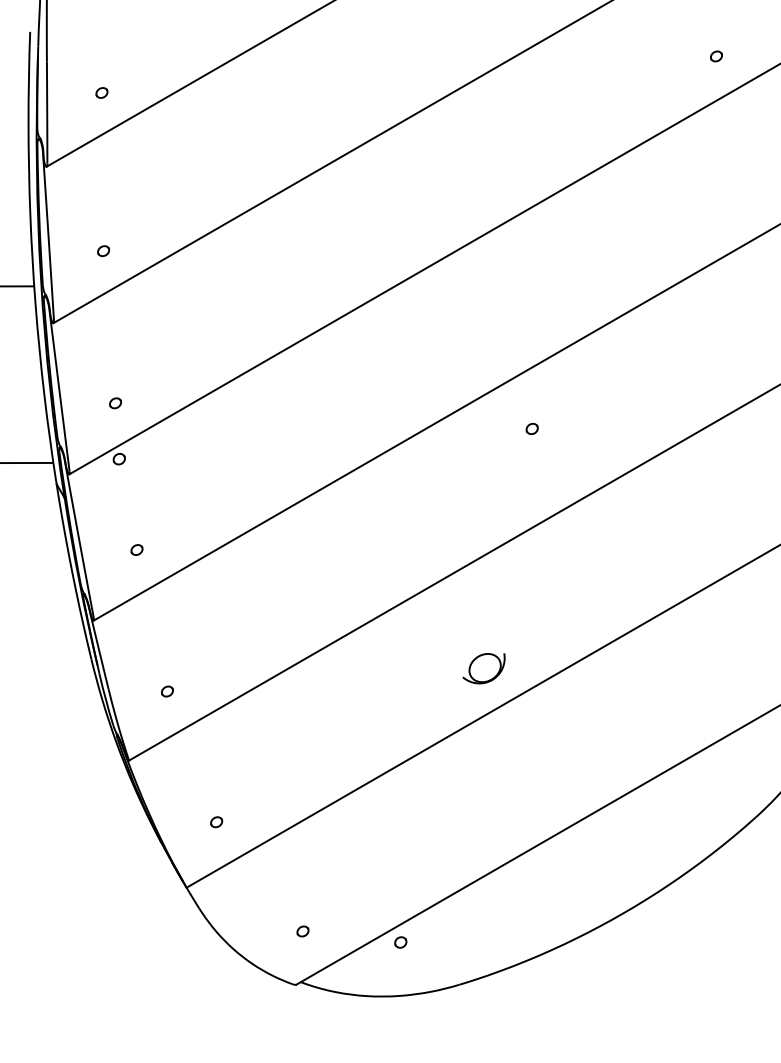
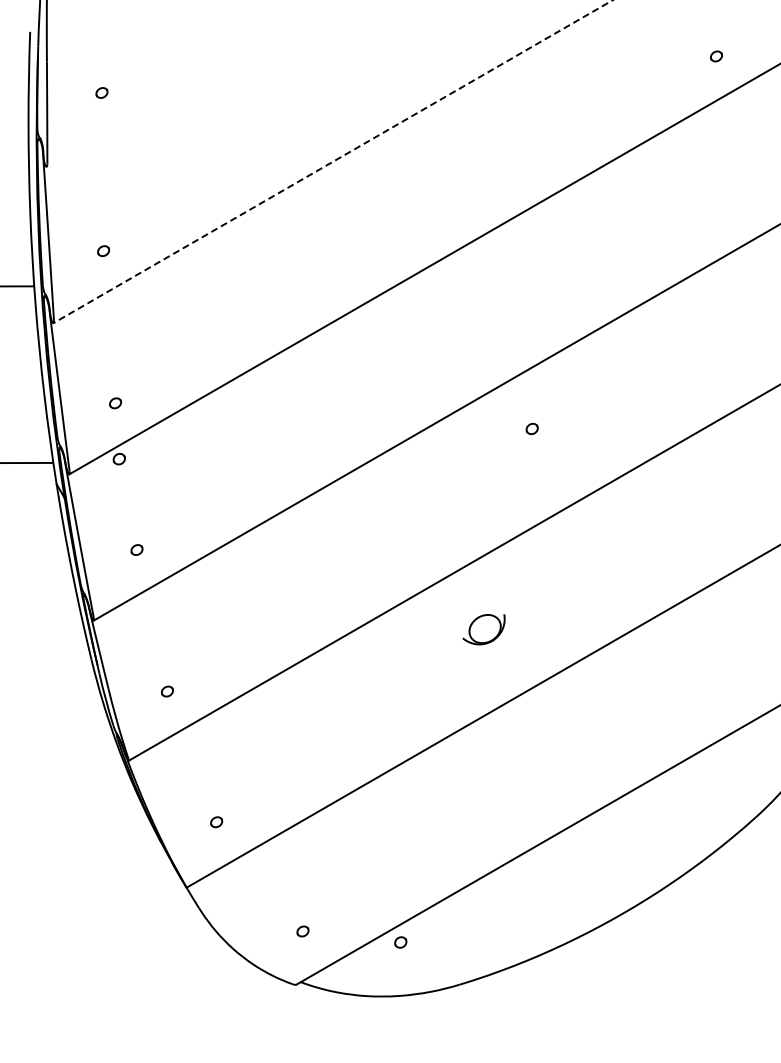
line at (188, 84): present -> none
line at (333, 161): solid -> dashed
part at (483, 668) position: (483, 668) -> (483, 629)
